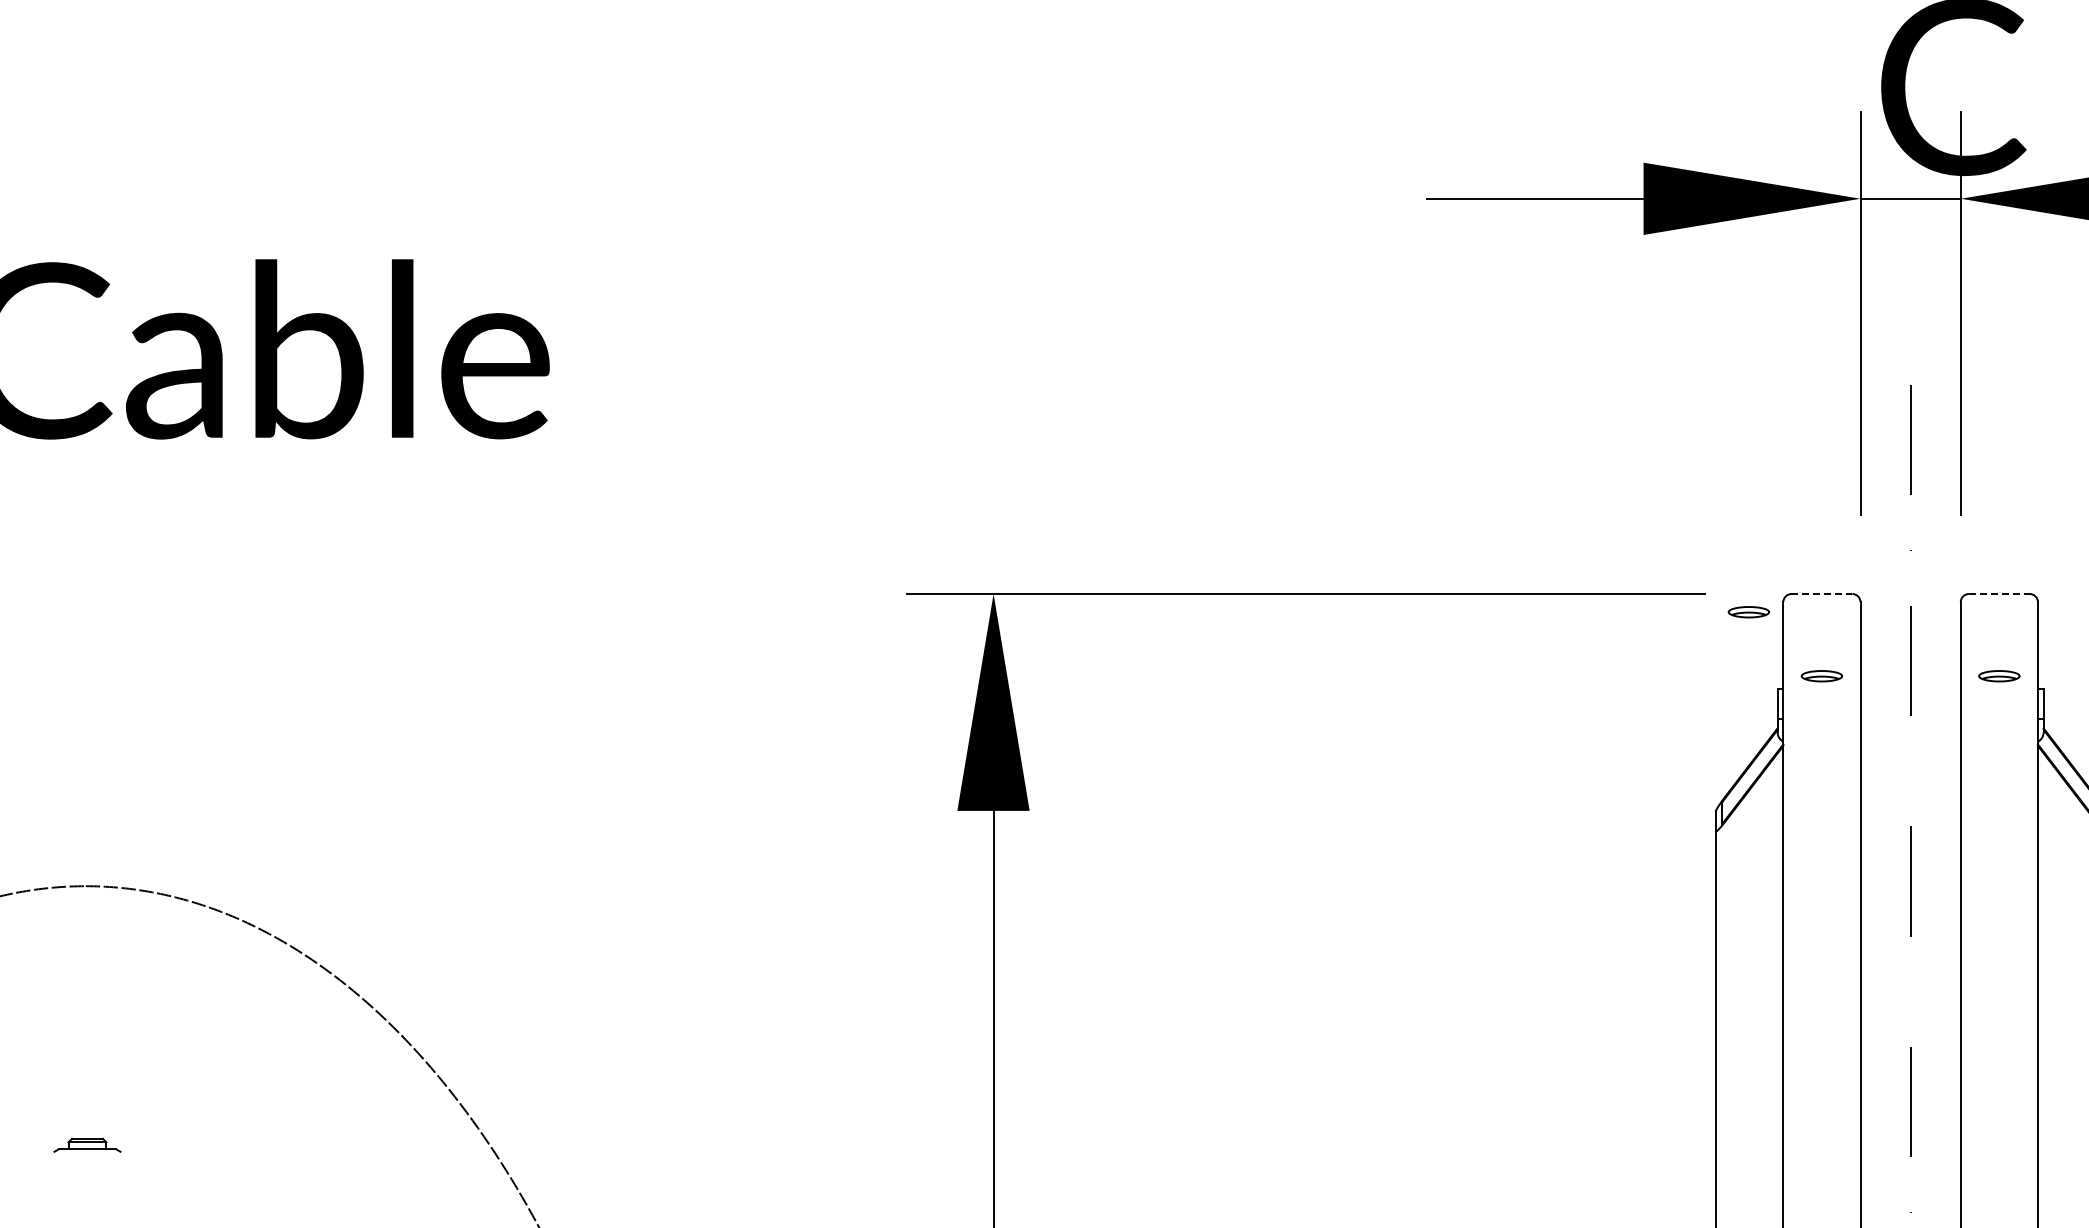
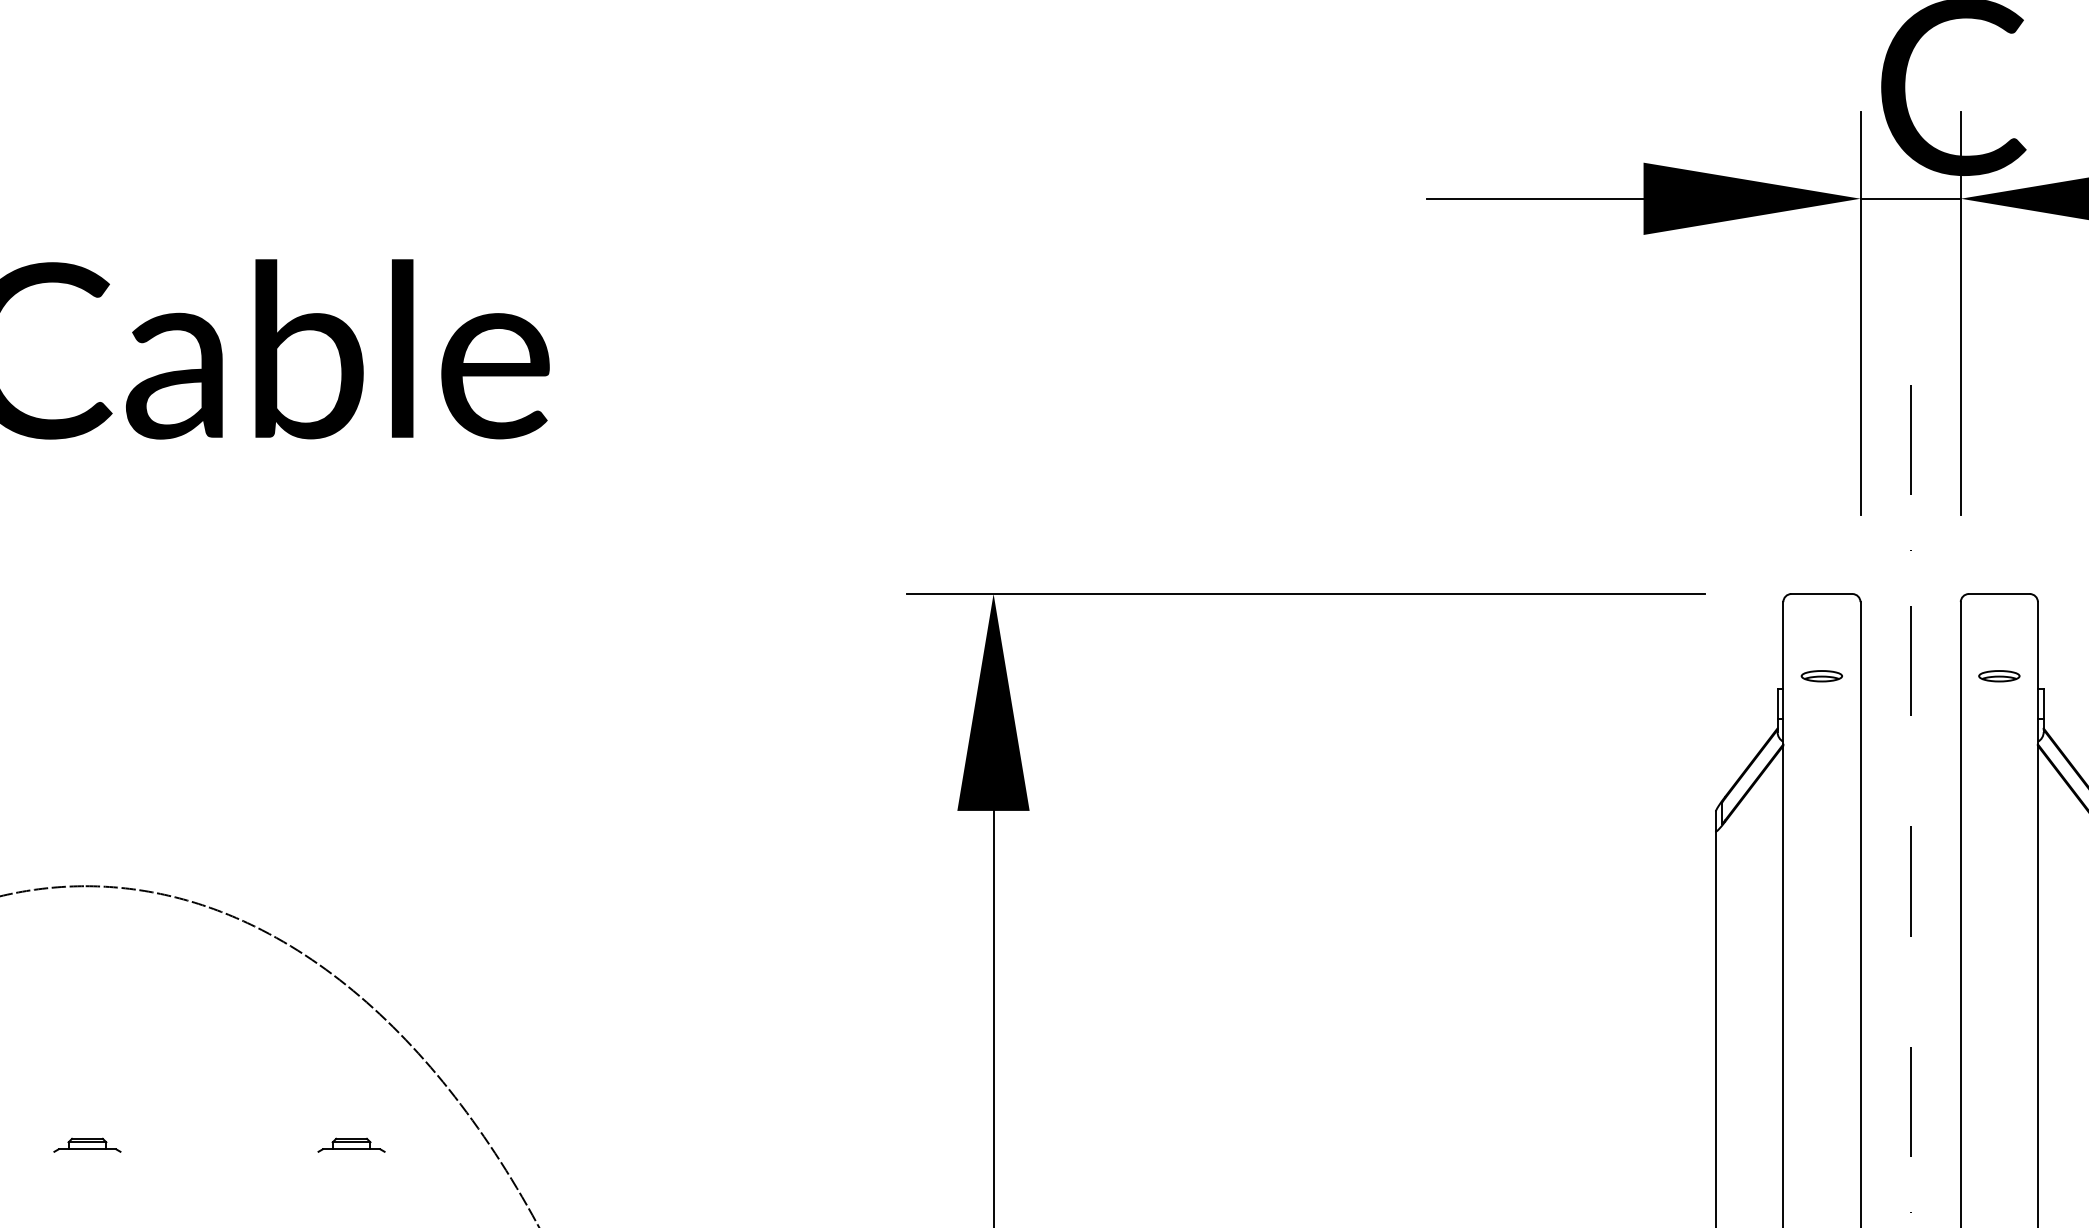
line at (1822, 594): dashed -> solid
line at (1999, 594): dashed -> solid
part at (1748, 612): present -> none
part at (351, 1144): none -> present
